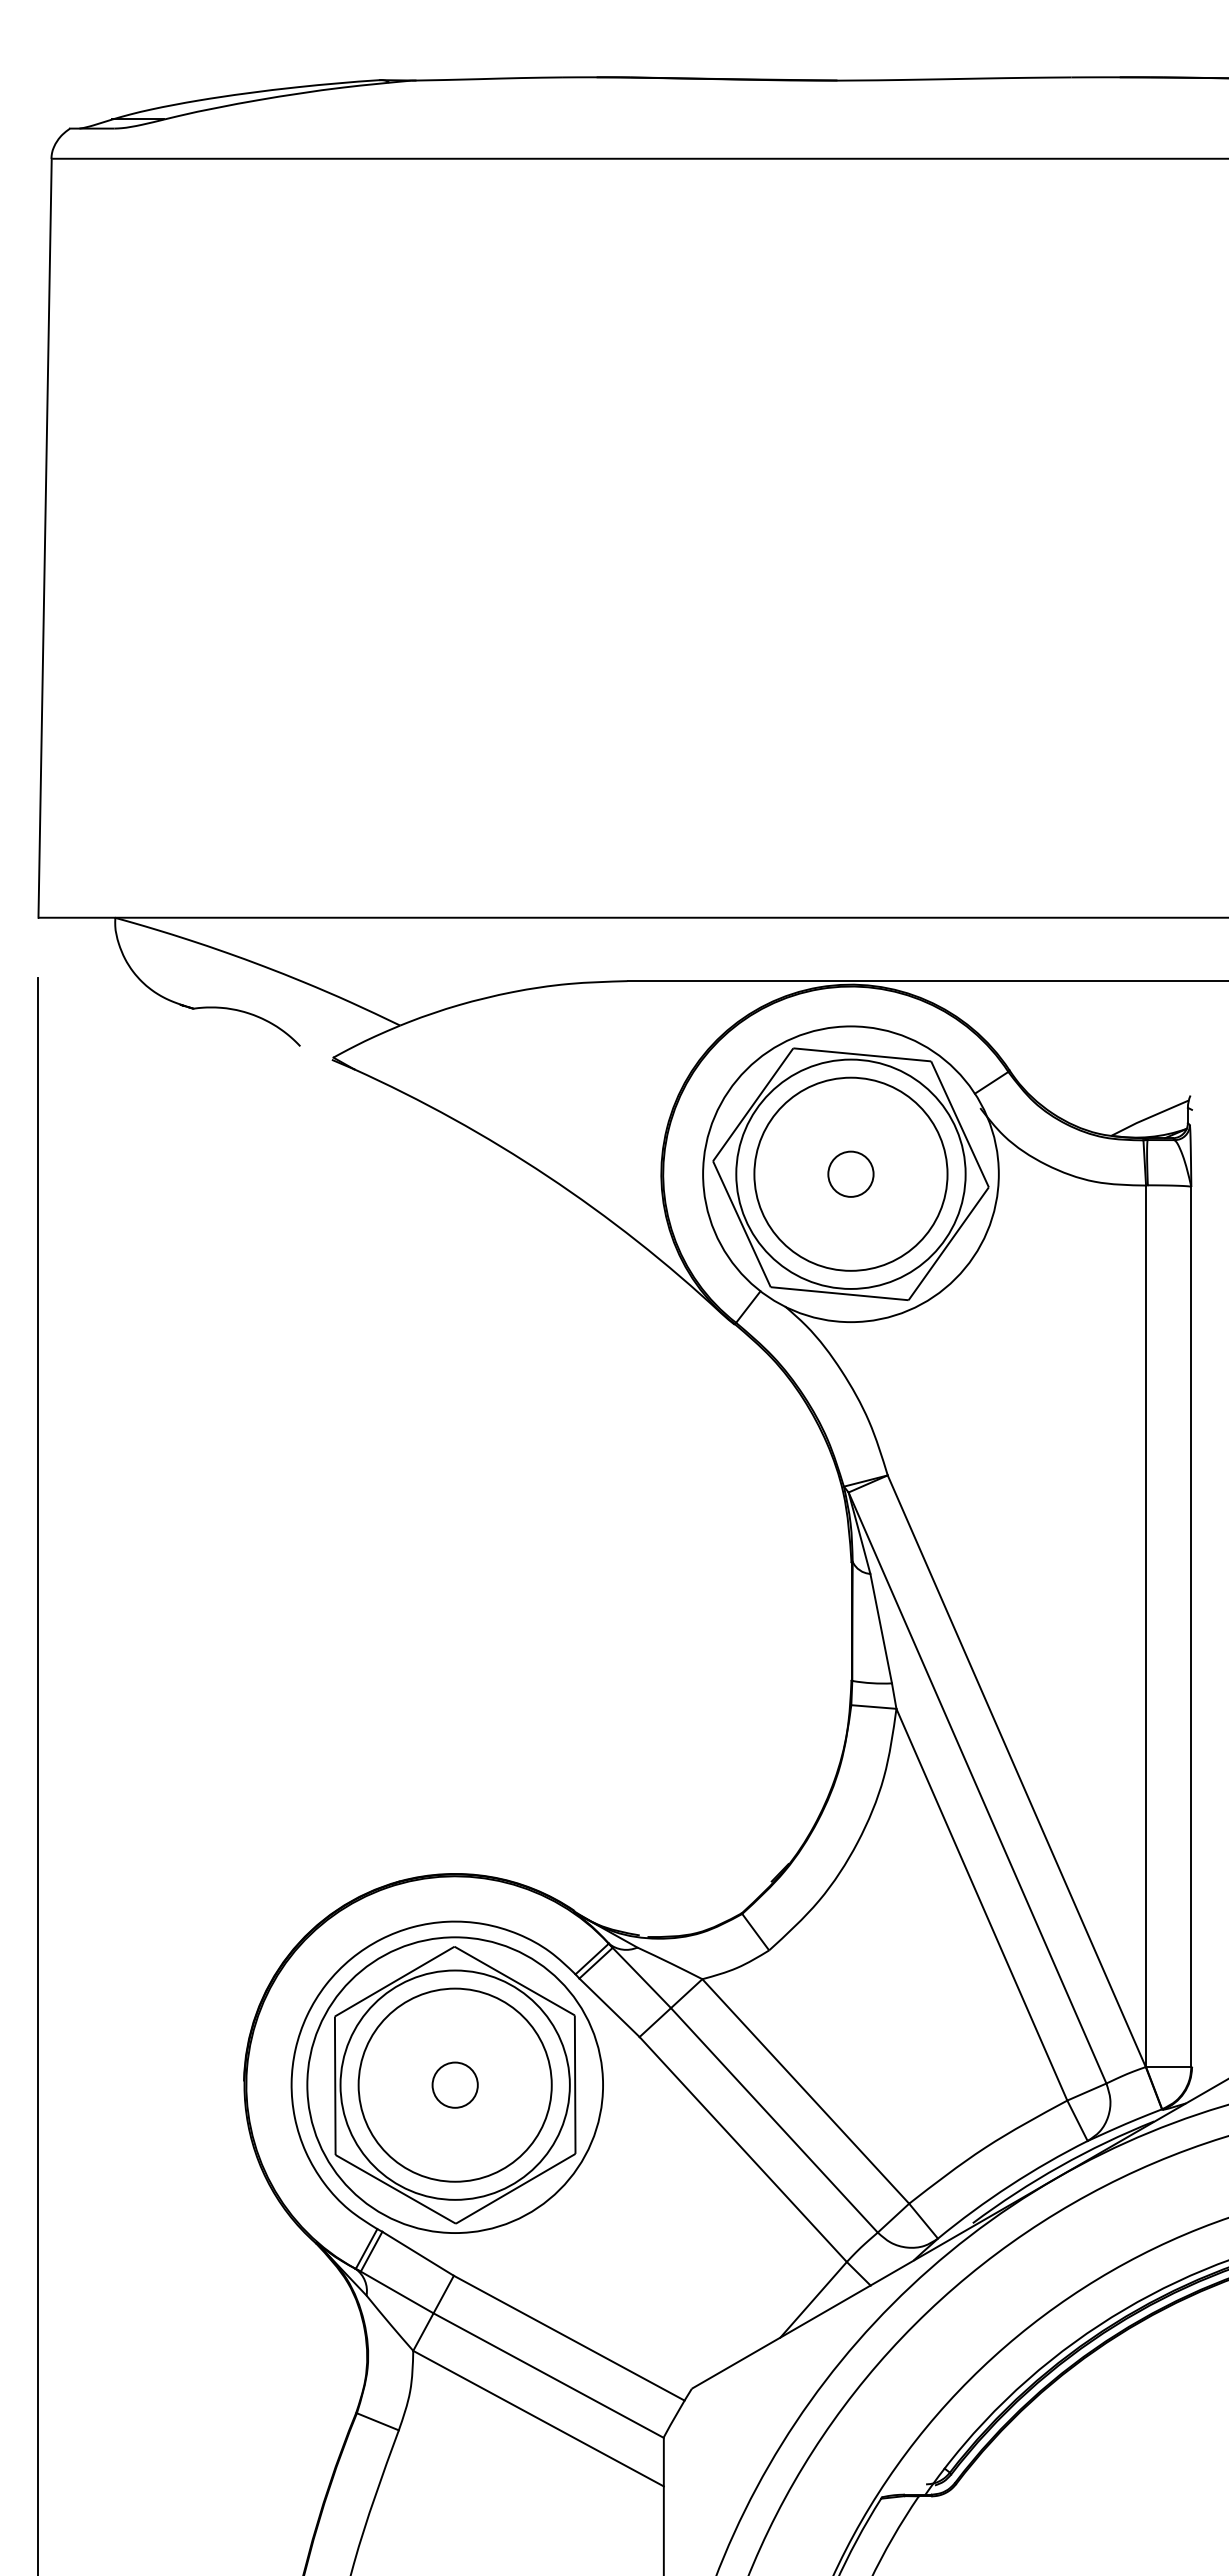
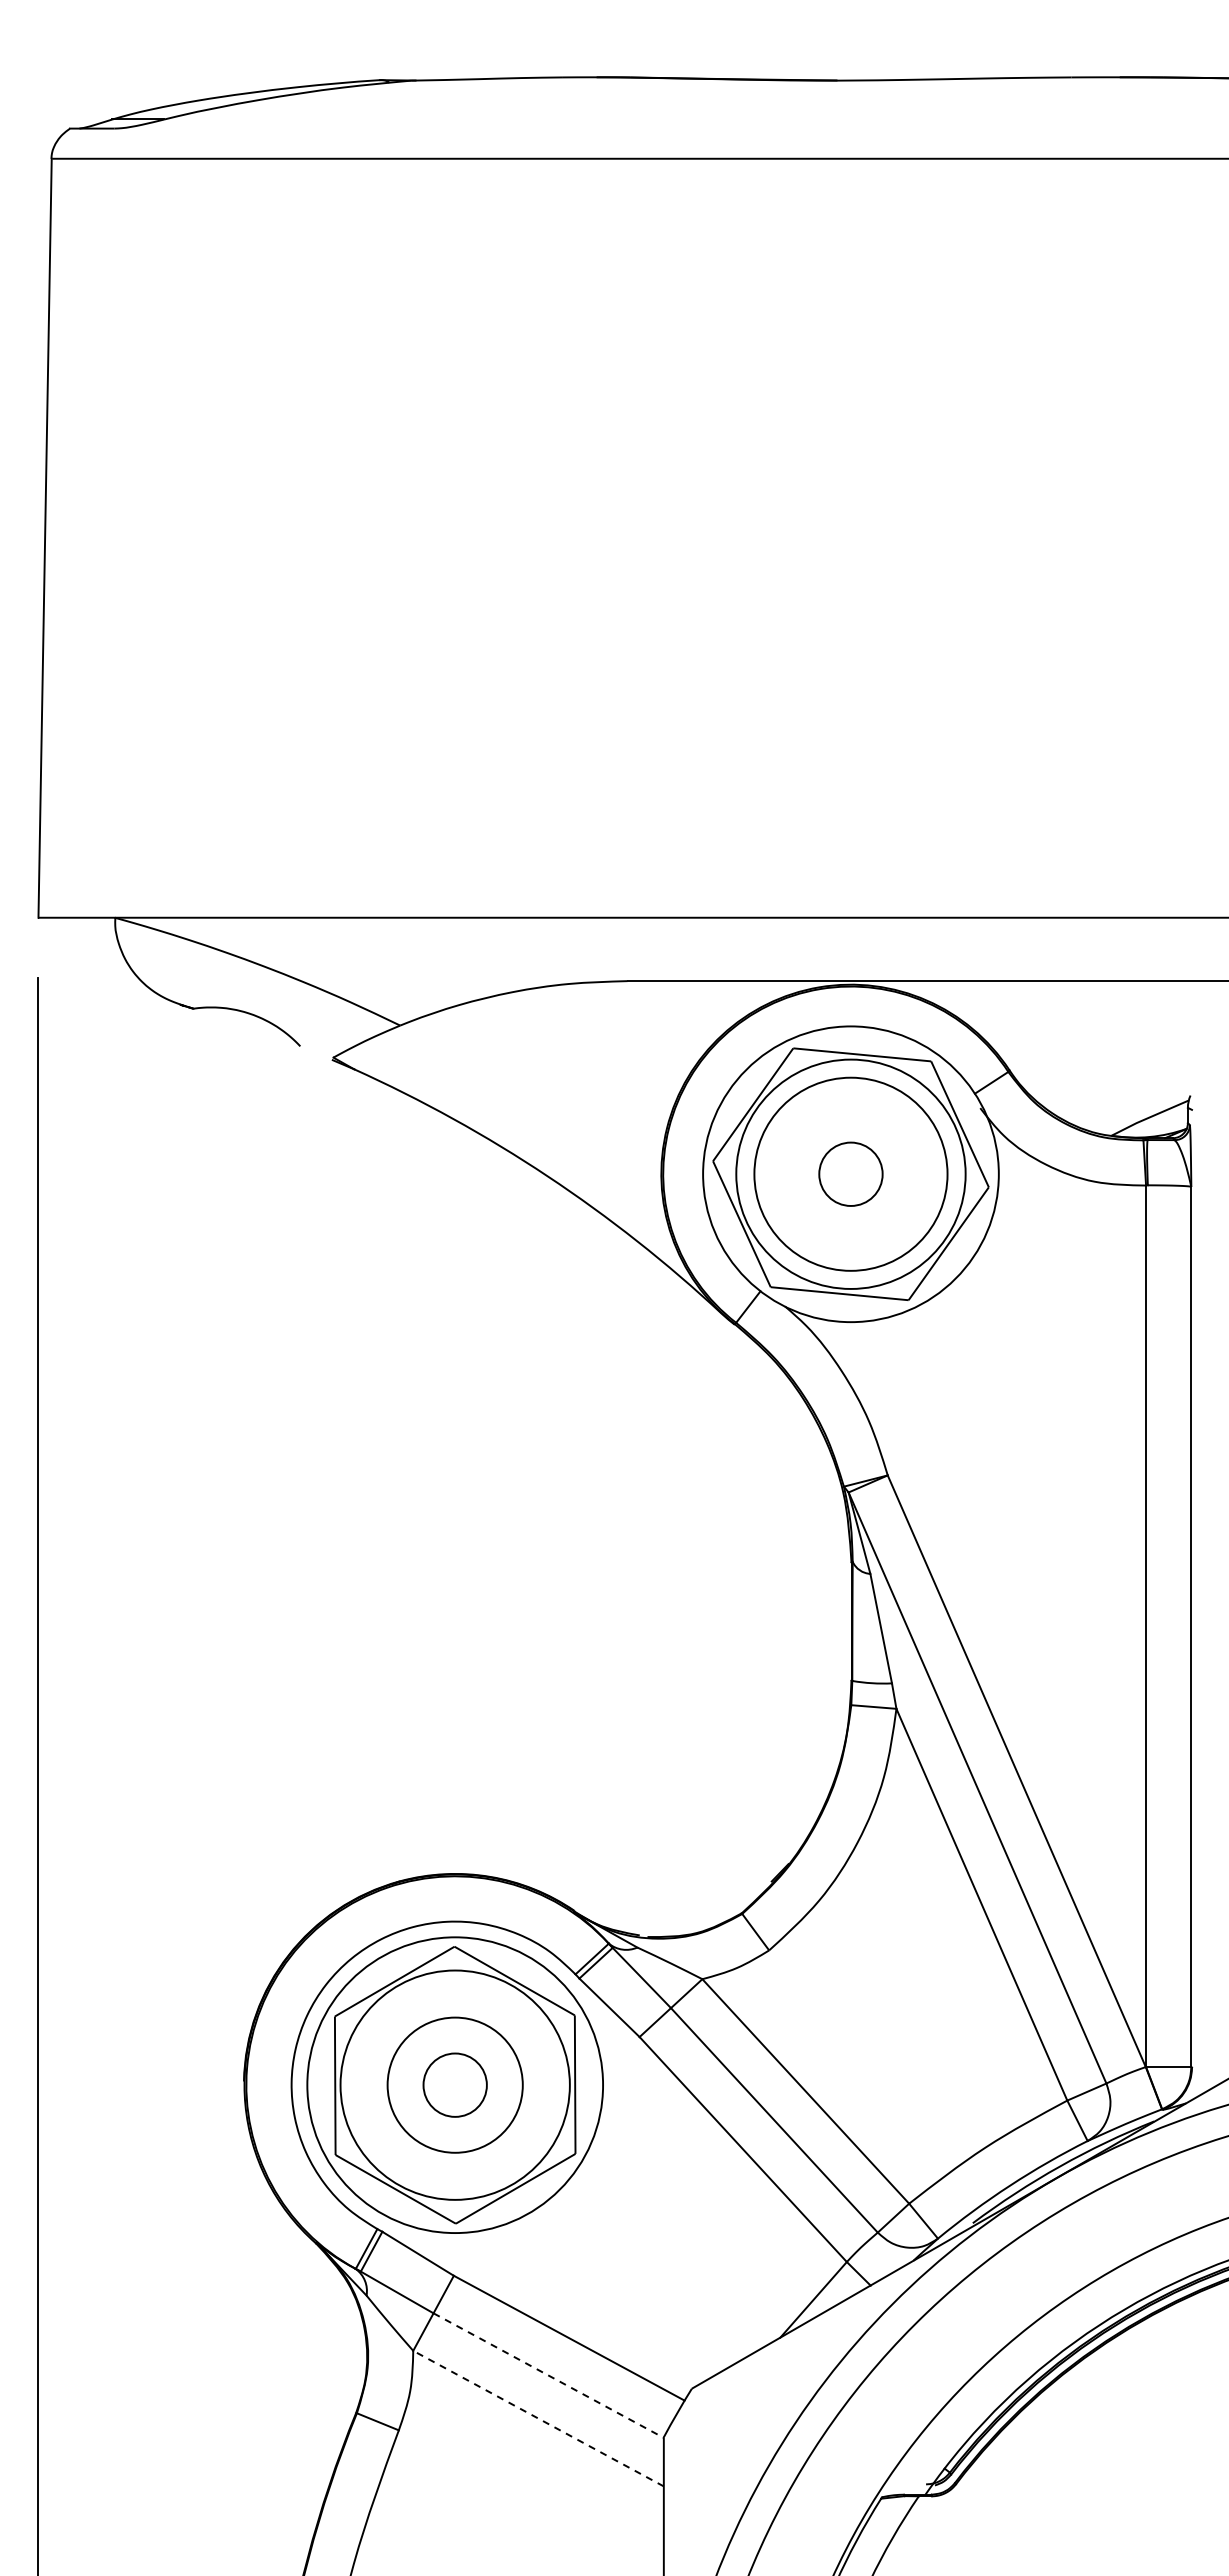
circle at (850, 1173) diameter: 45 px -> 63 px
circle at (454, 2084) diameter: 193 px -> 135 px
circle at (454, 2084) diameter: 45 px -> 63 px
line at (548, 2375): solid -> dashed
line at (538, 2418): solid -> dashed
